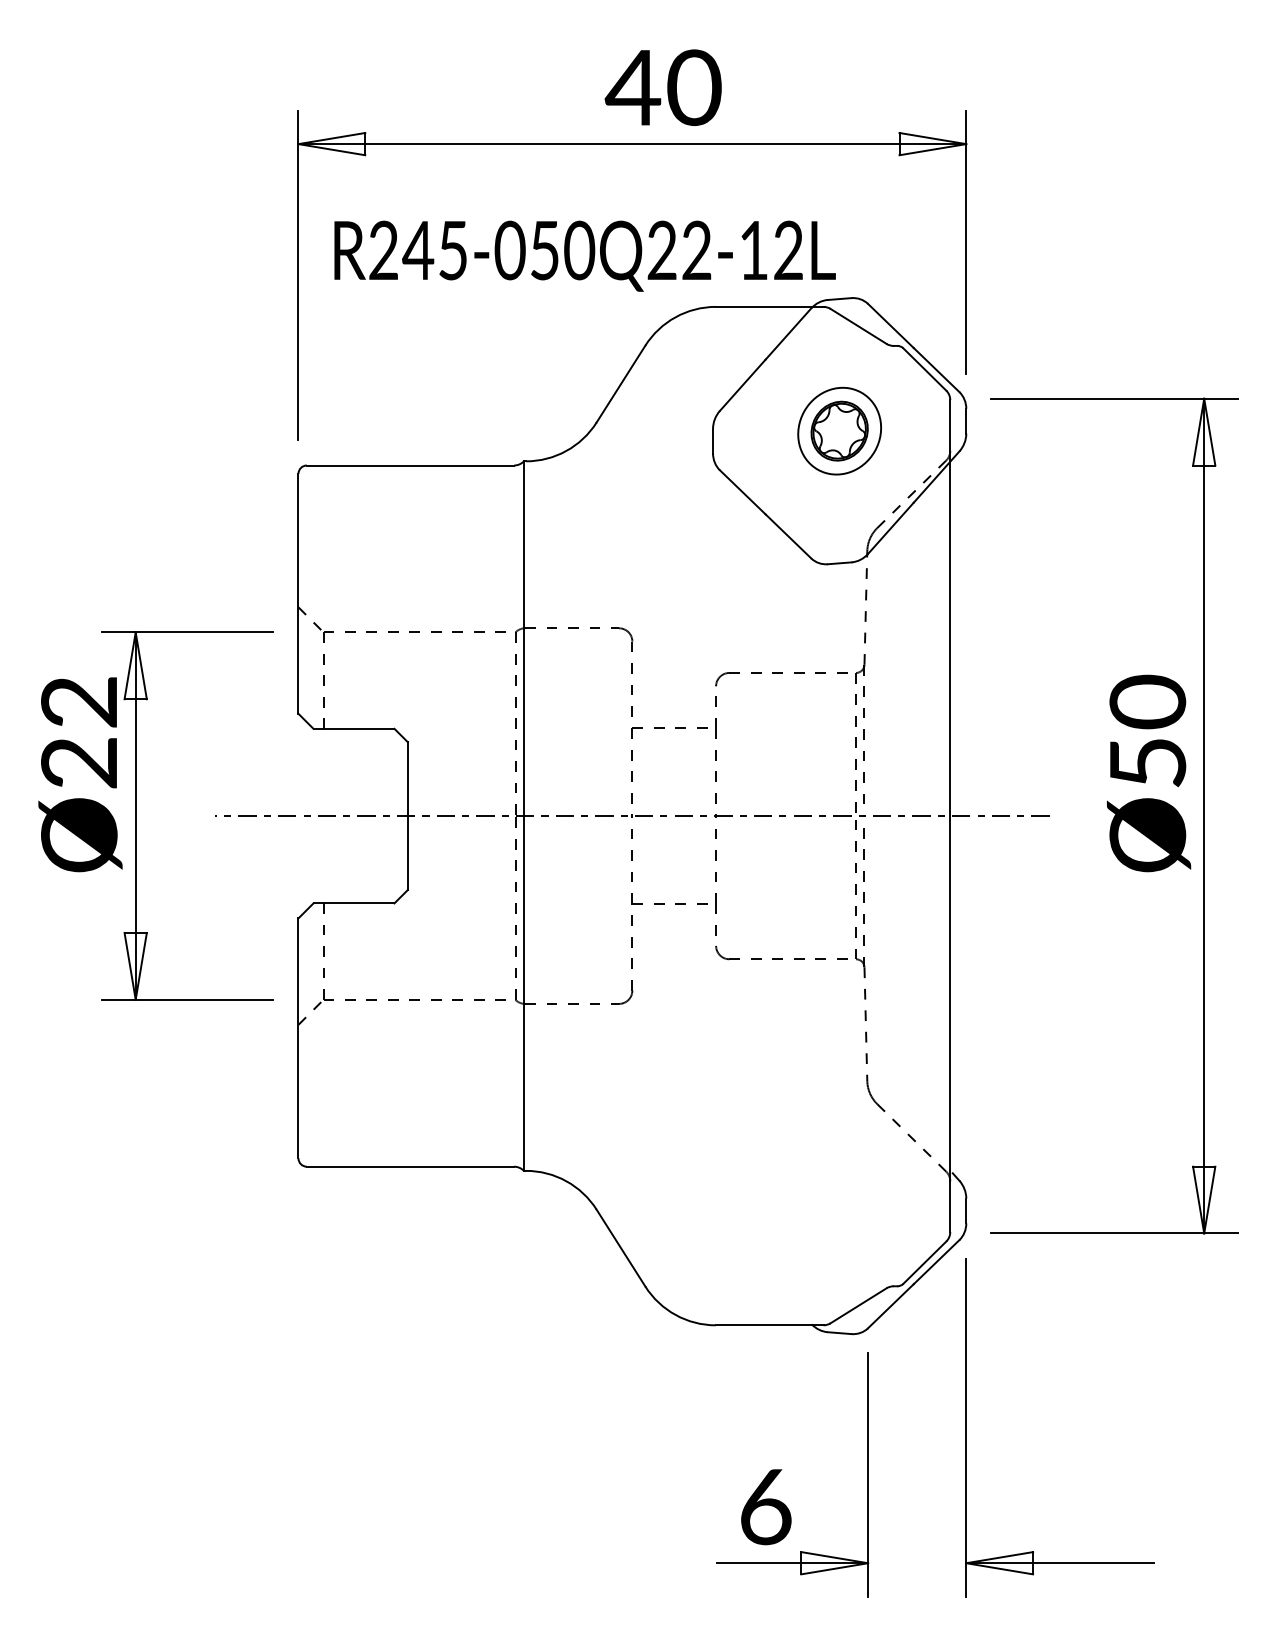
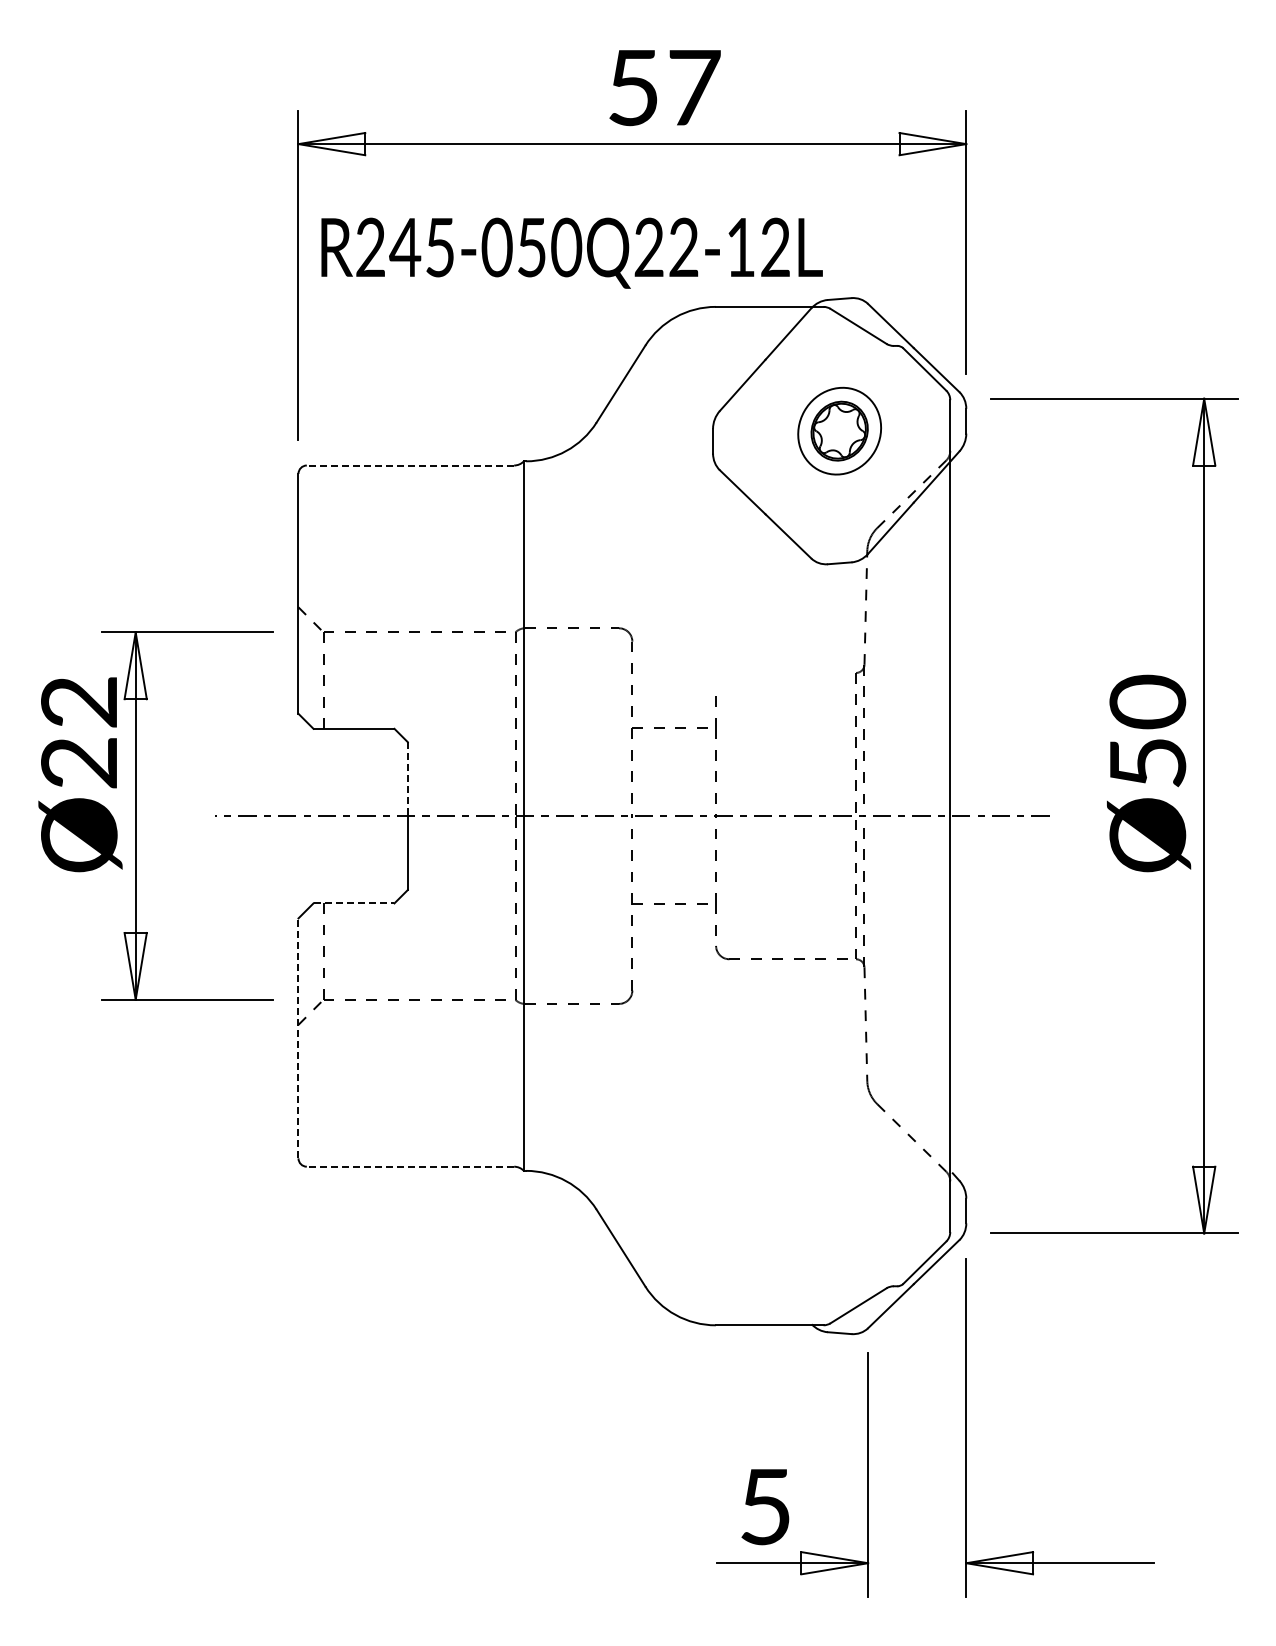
text at (662, 87): 40 -> 57
text at (584, 255) position: (584, 255) -> (571, 252)
line at (410, 465): solid -> dashed
part at (781, 679): present -> none
line at (407, 779): solid -> dashed
line at (354, 903): solid -> dashed
line at (298, 1038): solid -> dashed
line at (410, 1166): solid -> dashed
text at (766, 1507): 6 -> 5
